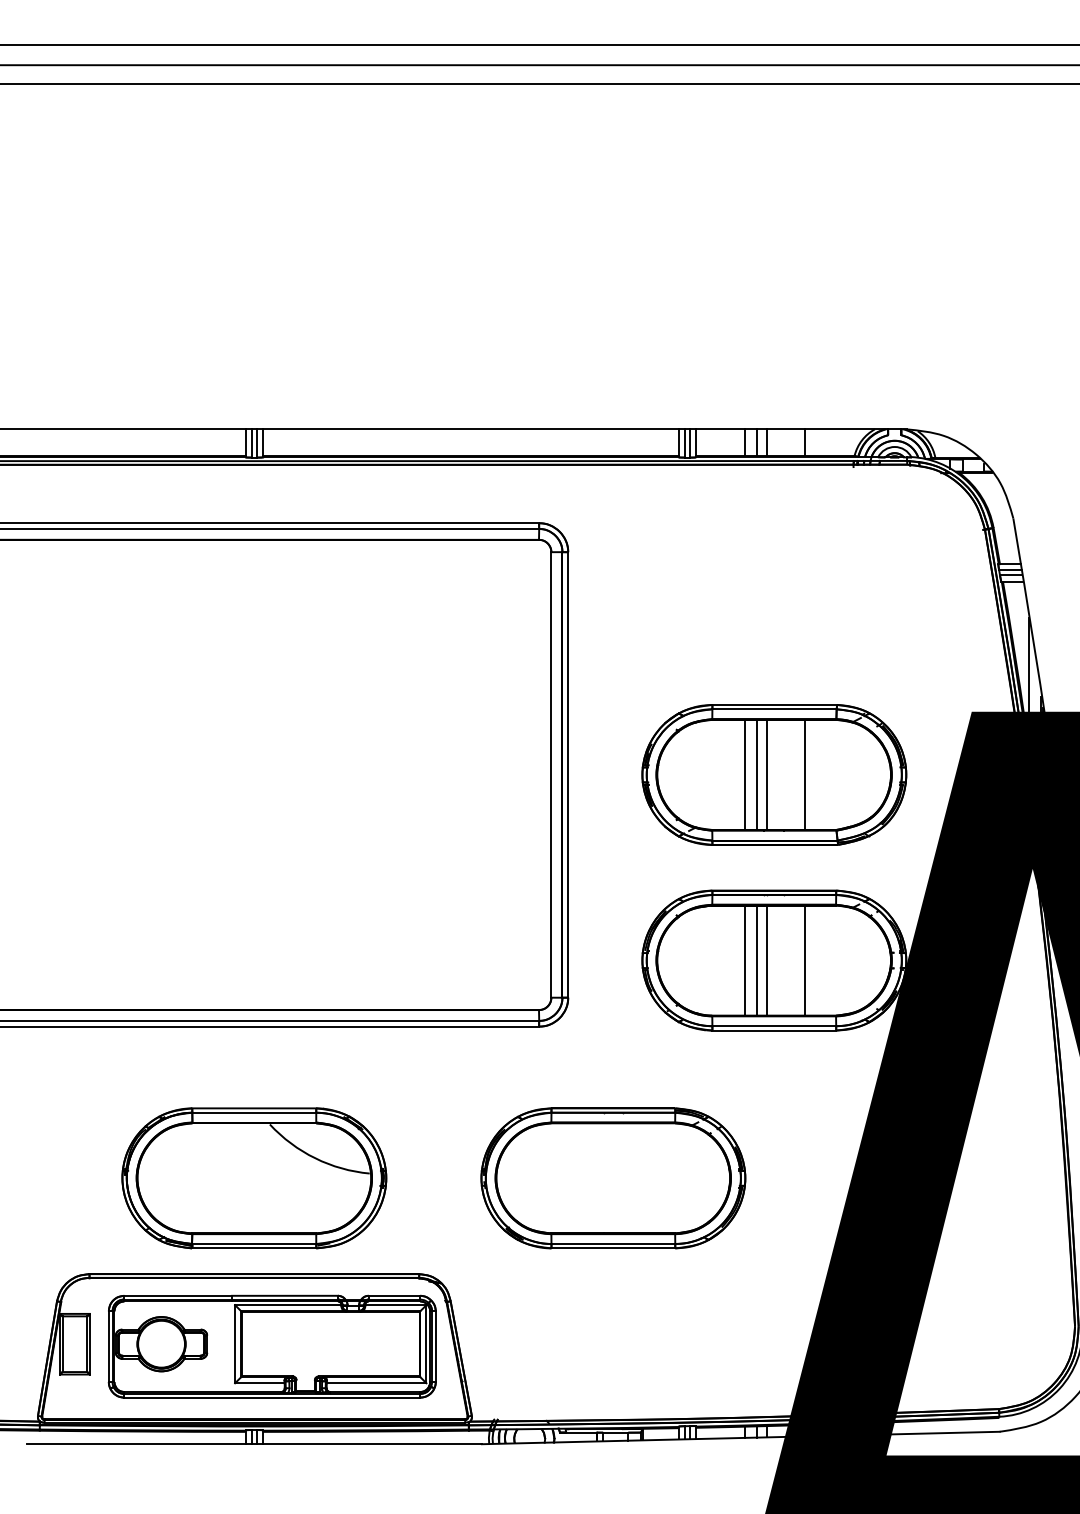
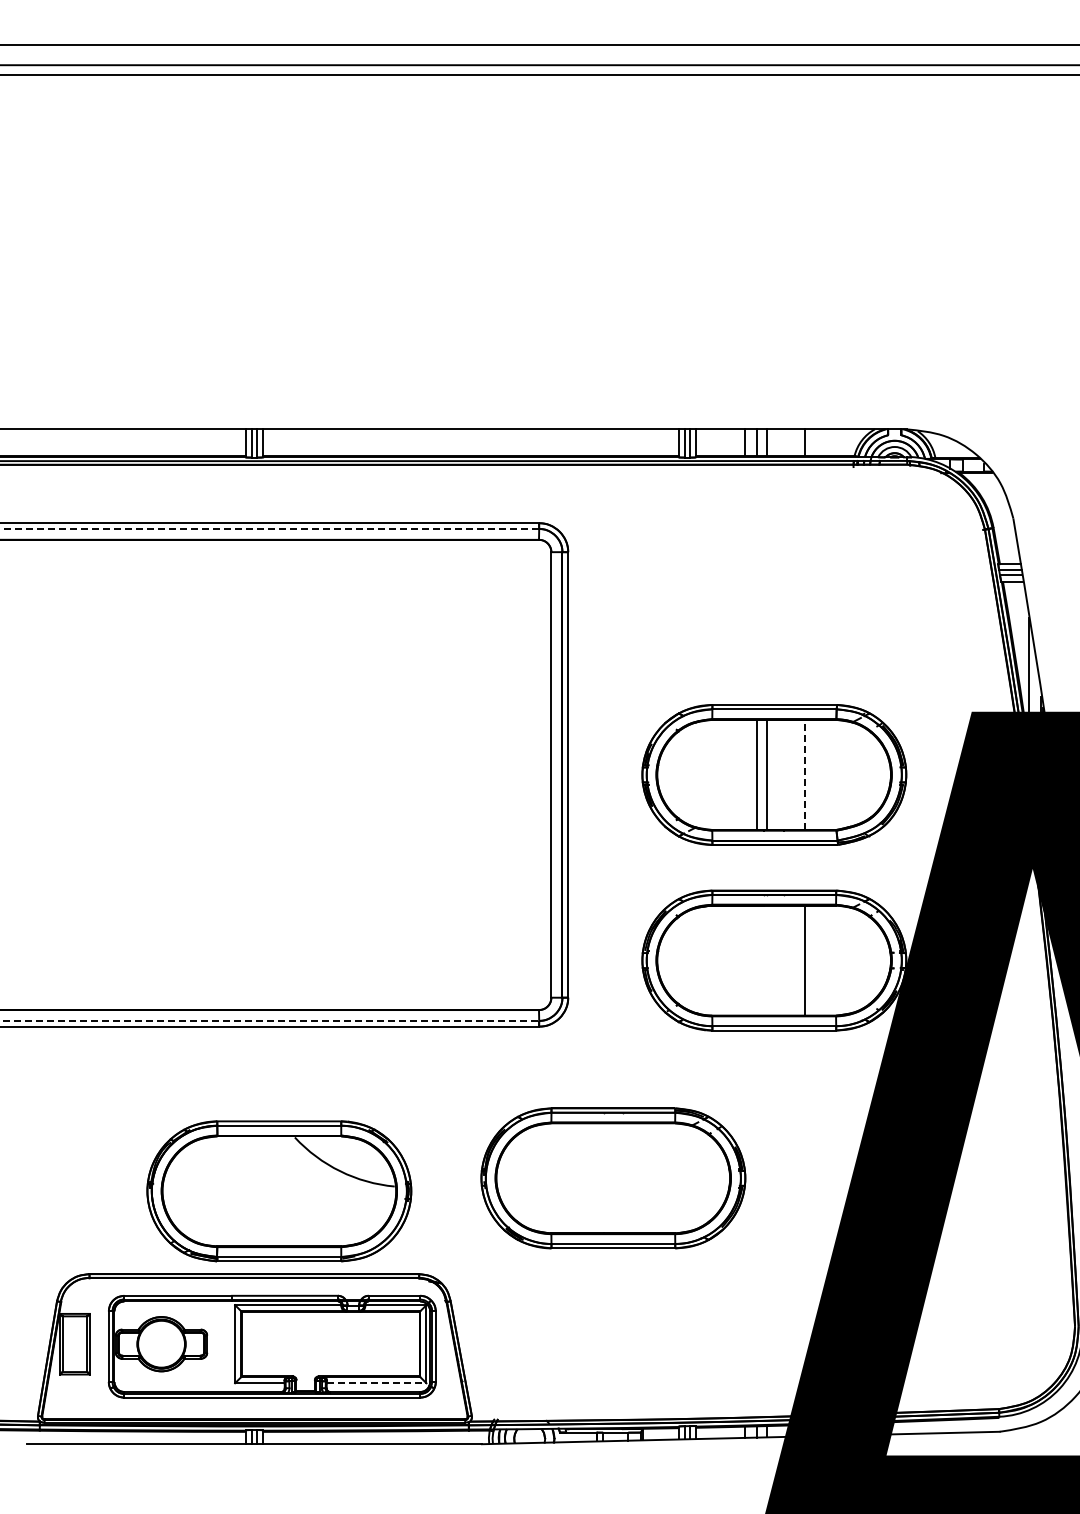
line at (539, 83) position: (539, 83) -> (539, 74)
line at (269, 528): solid -> dashed
line at (744, 774): present -> none
line at (804, 774): solid -> dashed
line at (744, 960): present -> none
line at (756, 960): present -> none
line at (767, 960): present -> none
line at (270, 1020): solid -> dashed
part at (254, 1178) position: (254, 1178) -> (279, 1191)
line at (376, 1383): solid -> dashed
